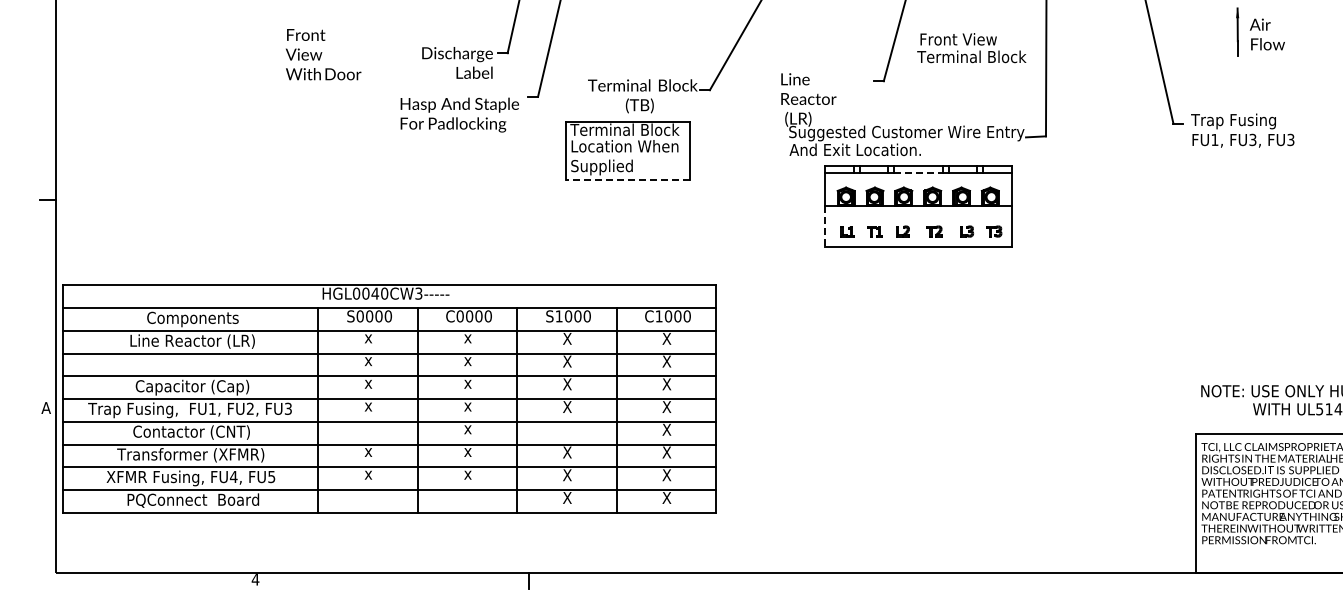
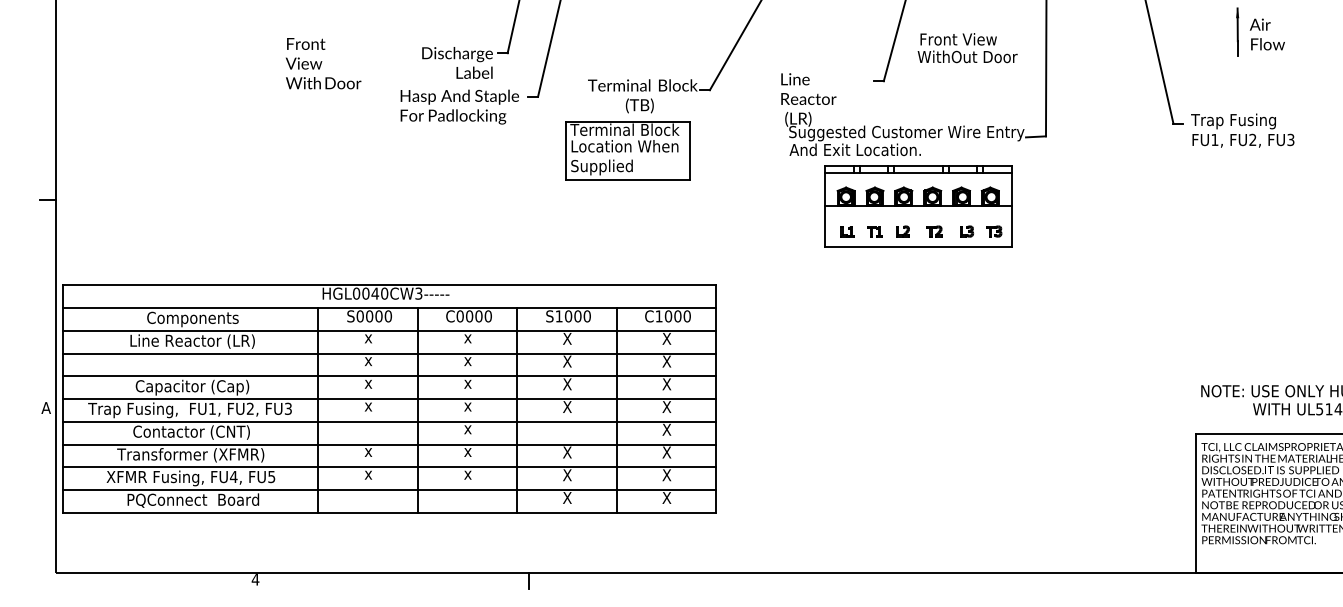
text at (323, 54) position: (323, 54) -> (323, 63)
text at (971, 56): Terminal Block -> WithOut Door
text at (459, 114) position: (459, 114) -> (459, 106)
text at (1252, 140): FU3, -> FU2,
line at (918, 173): dashed -> solid
line at (627, 179): dashed -> solid
line at (824, 227): dashed -> solid
